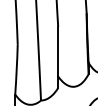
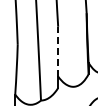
line at (58, 51): solid -> dashed
